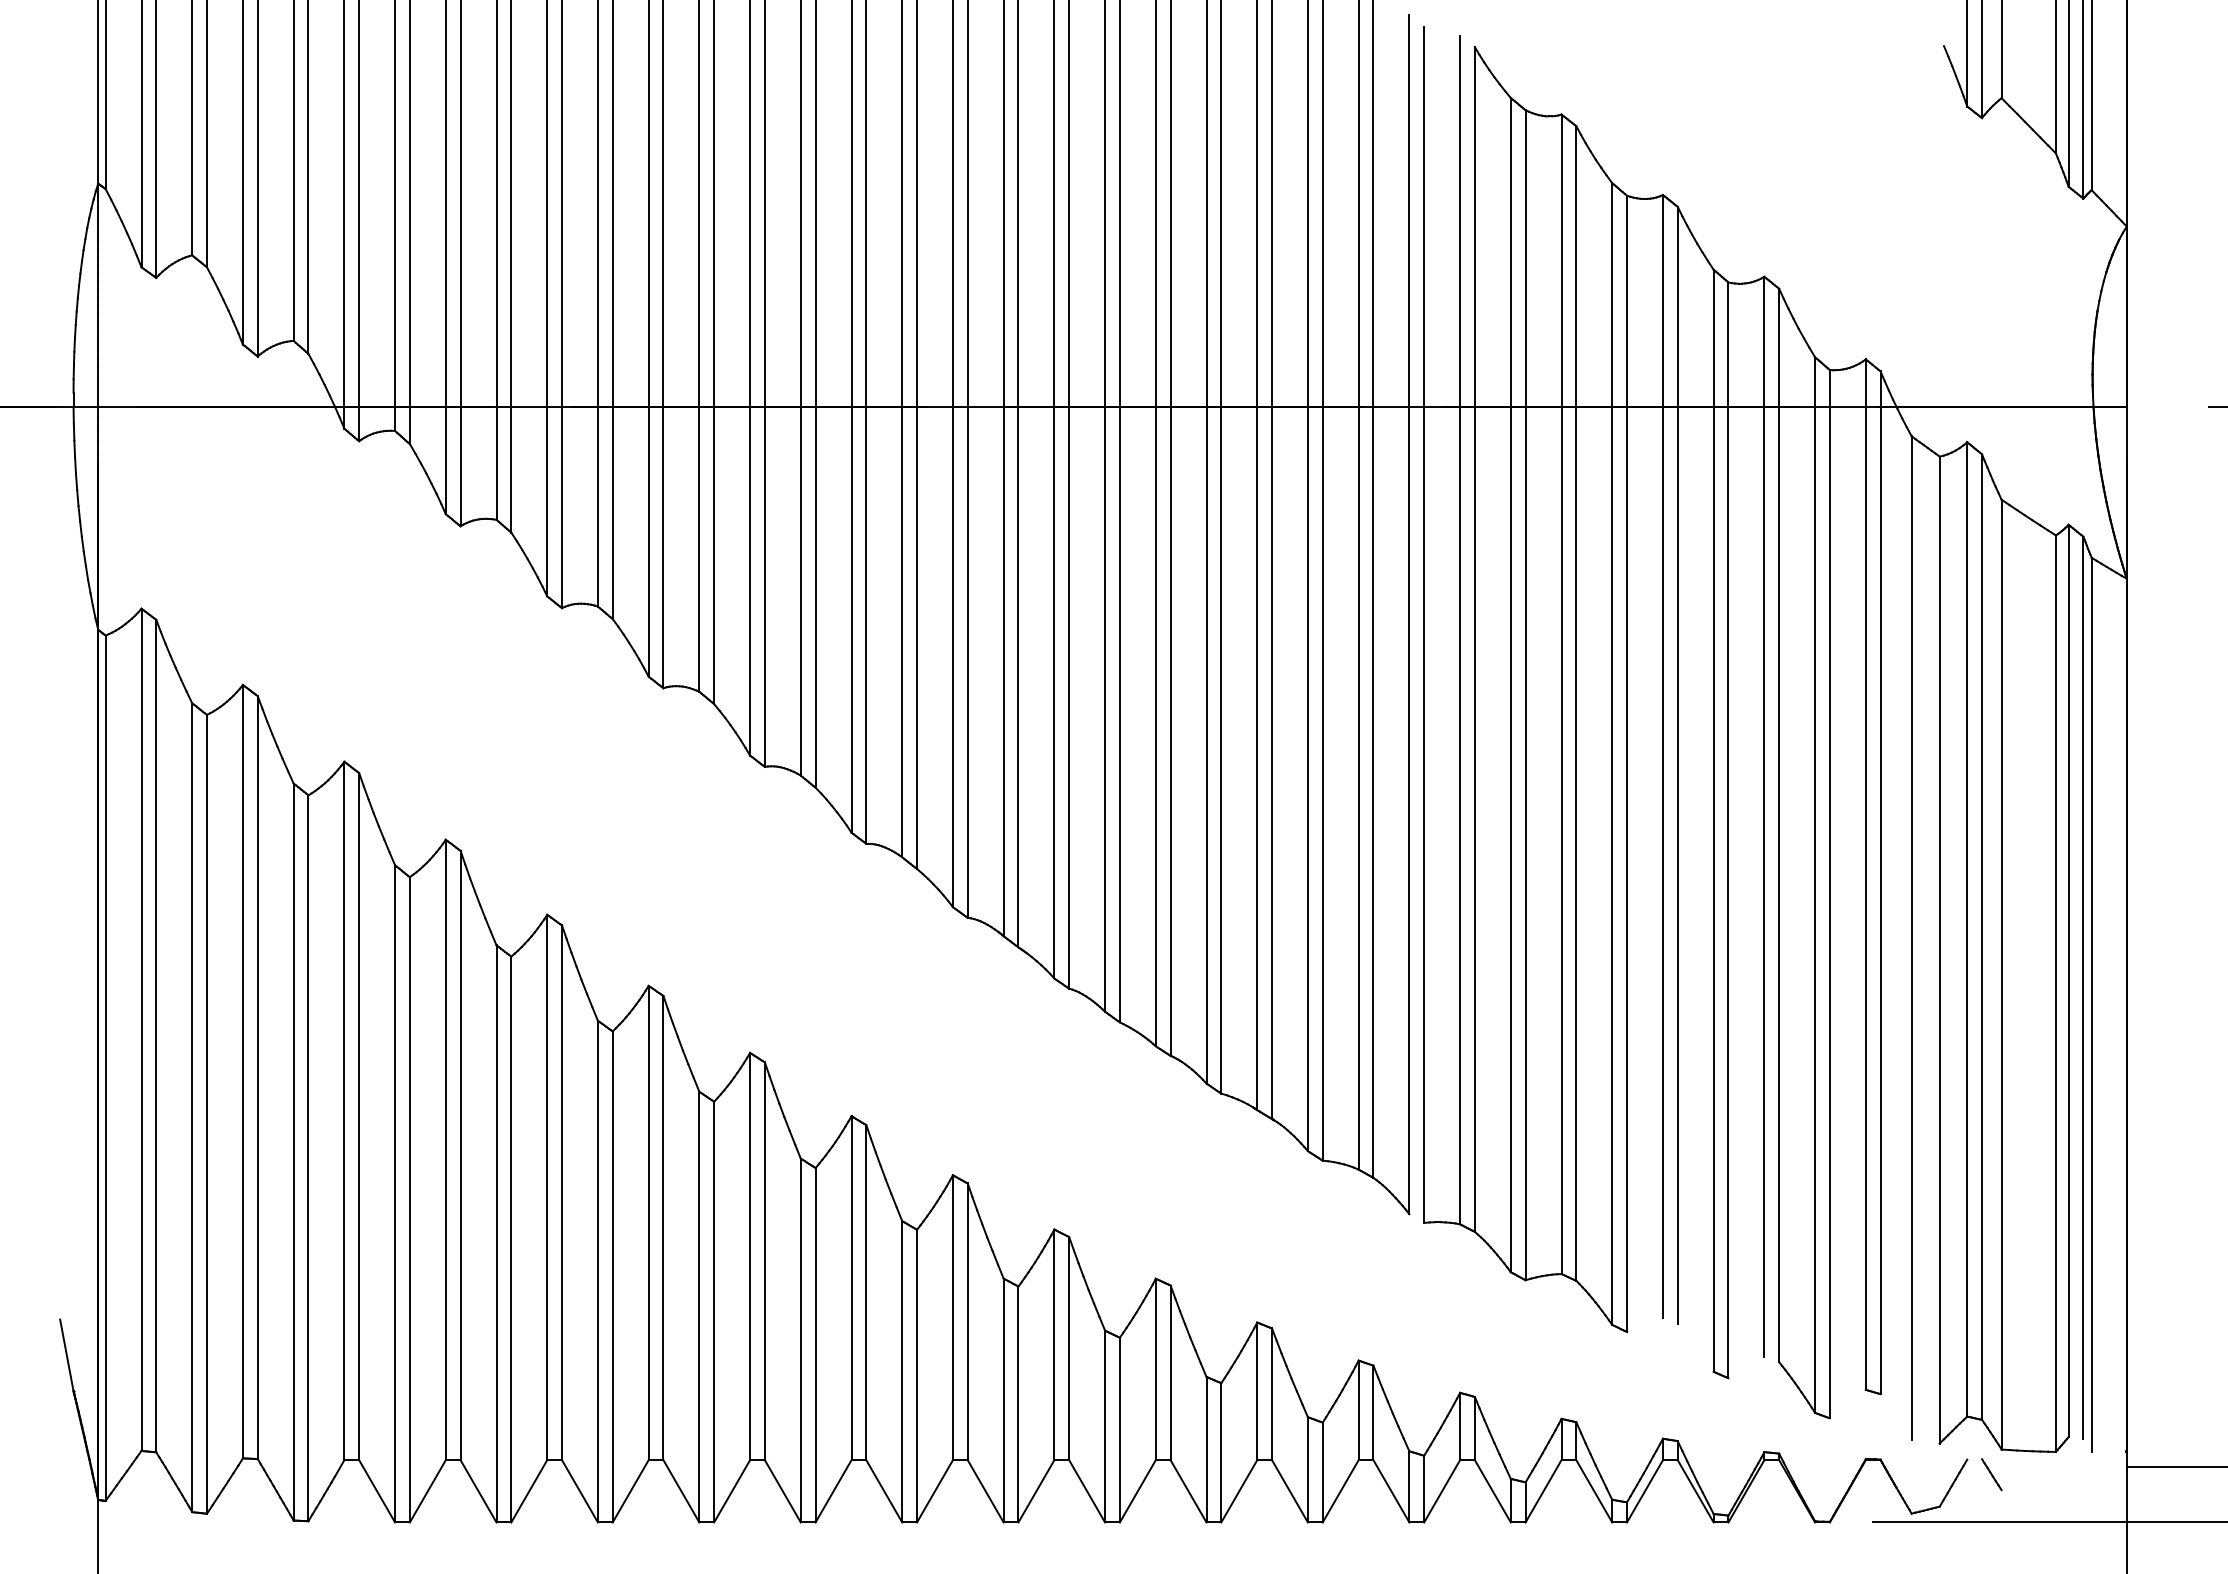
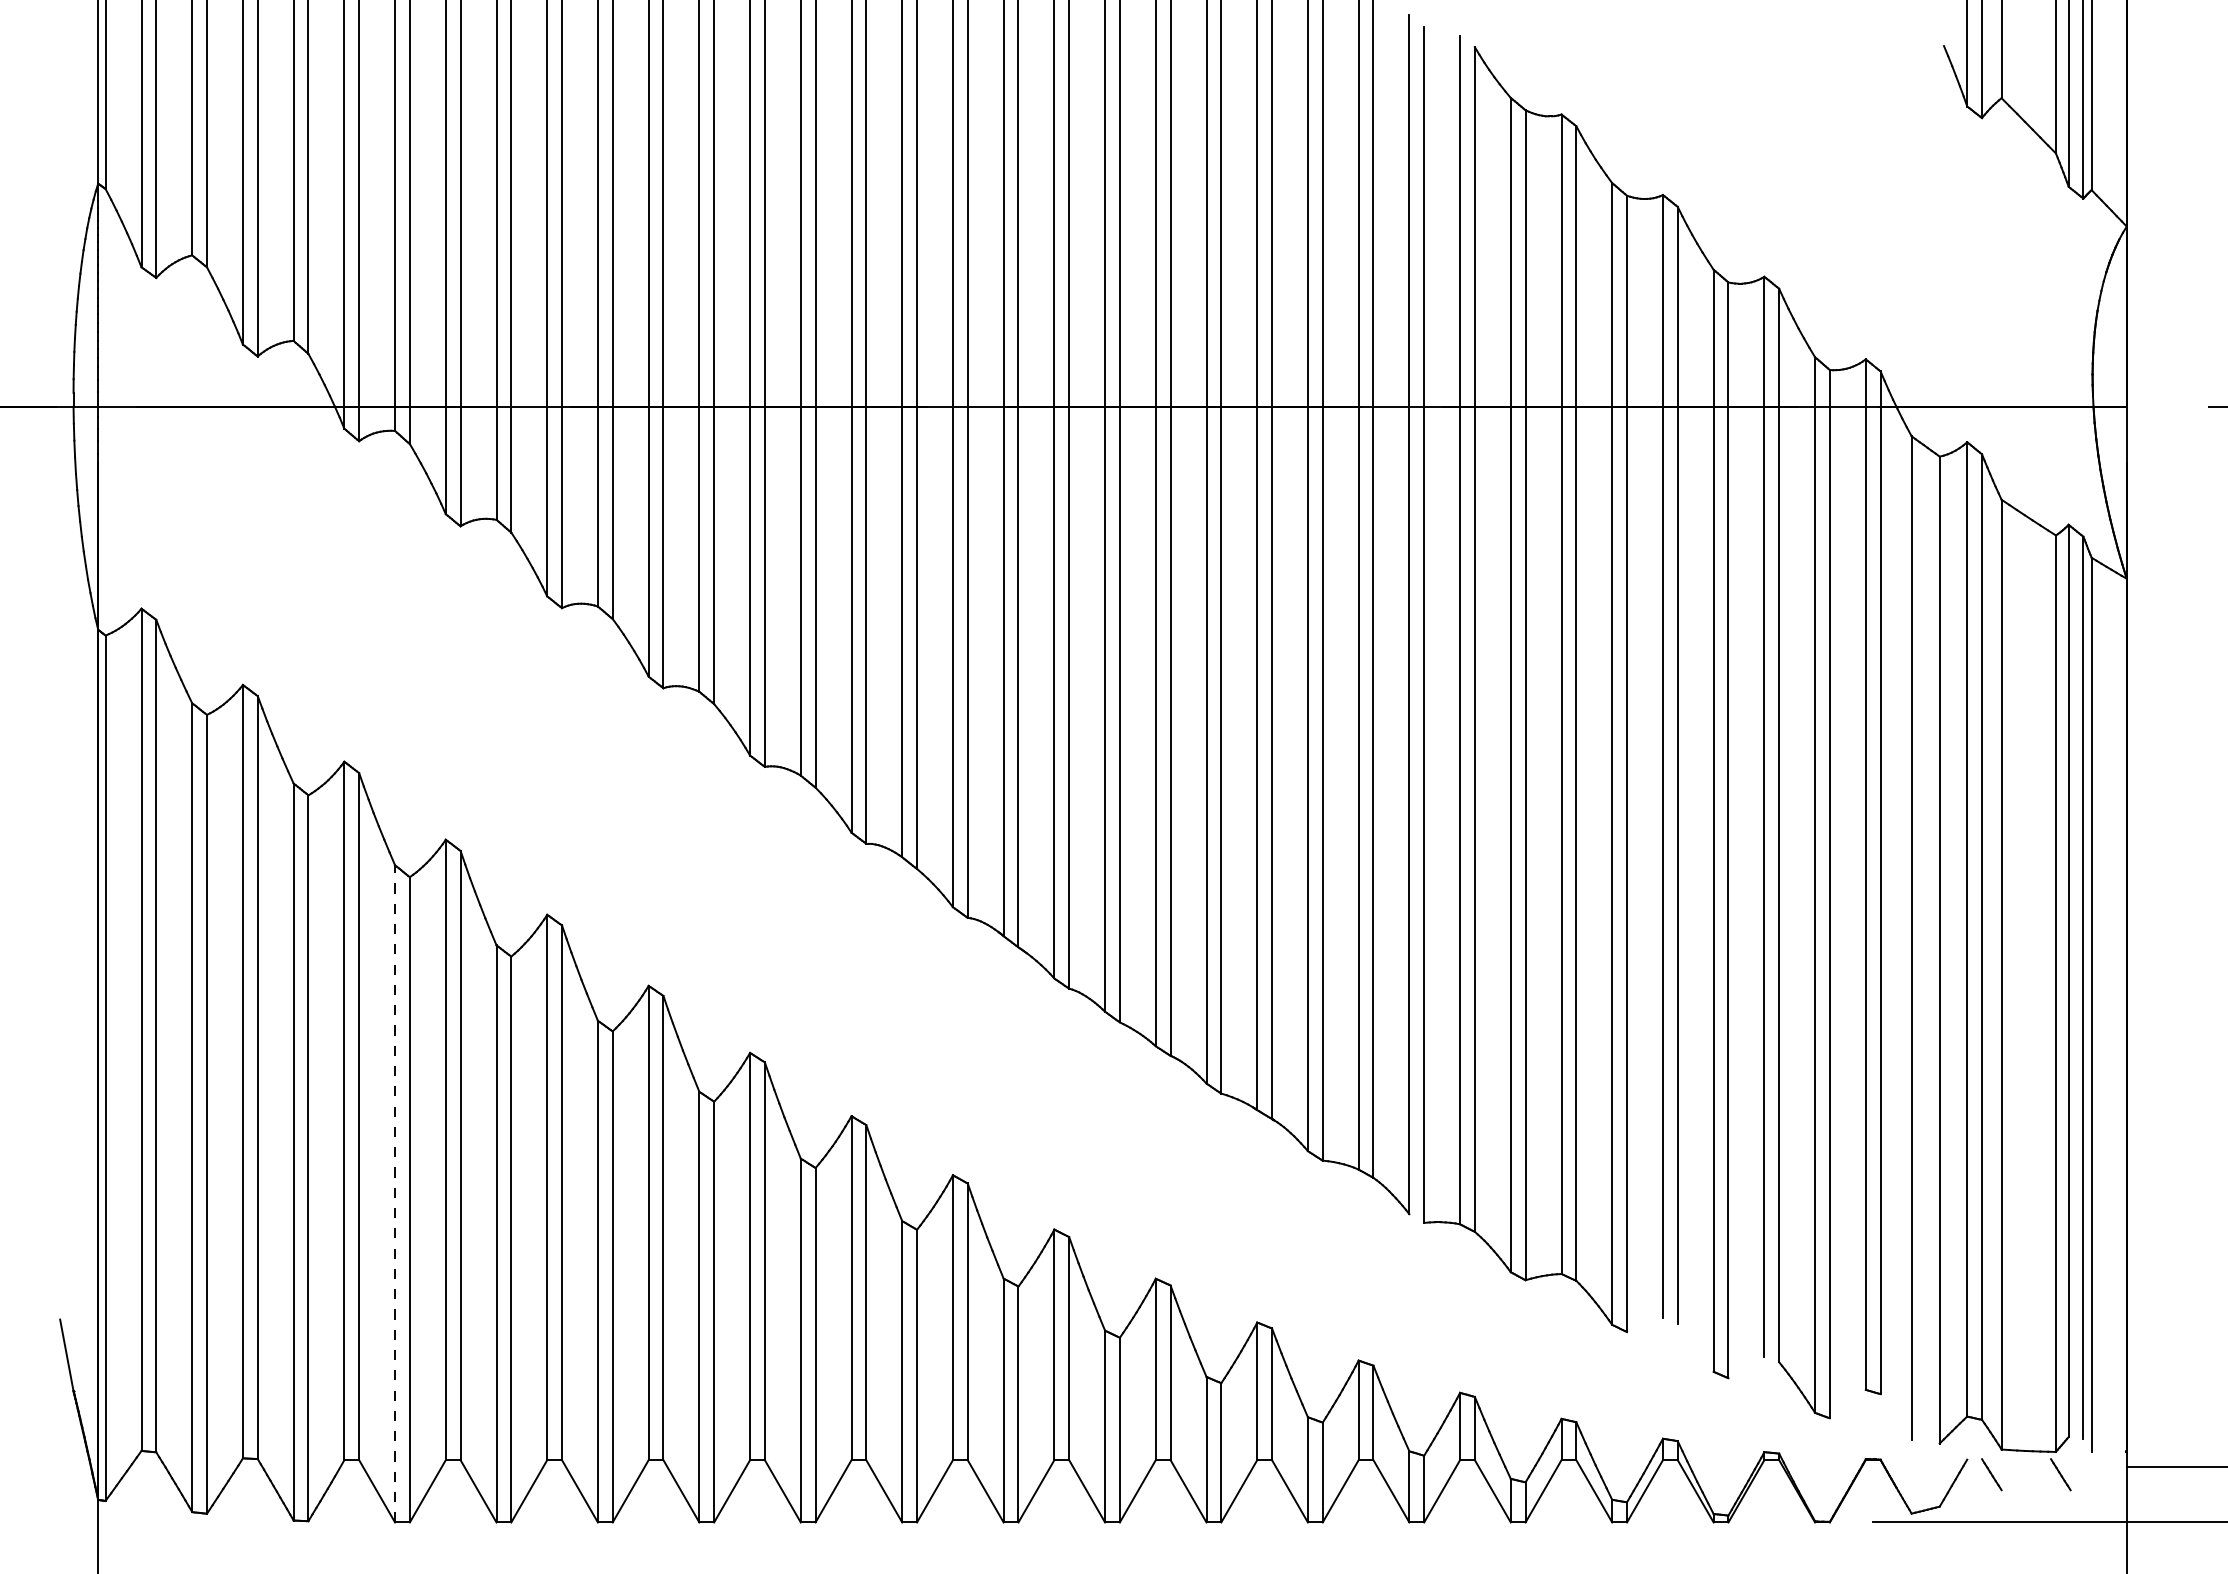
line at (395, 1193): solid -> dashed
line at (2060, 1474): none -> present
